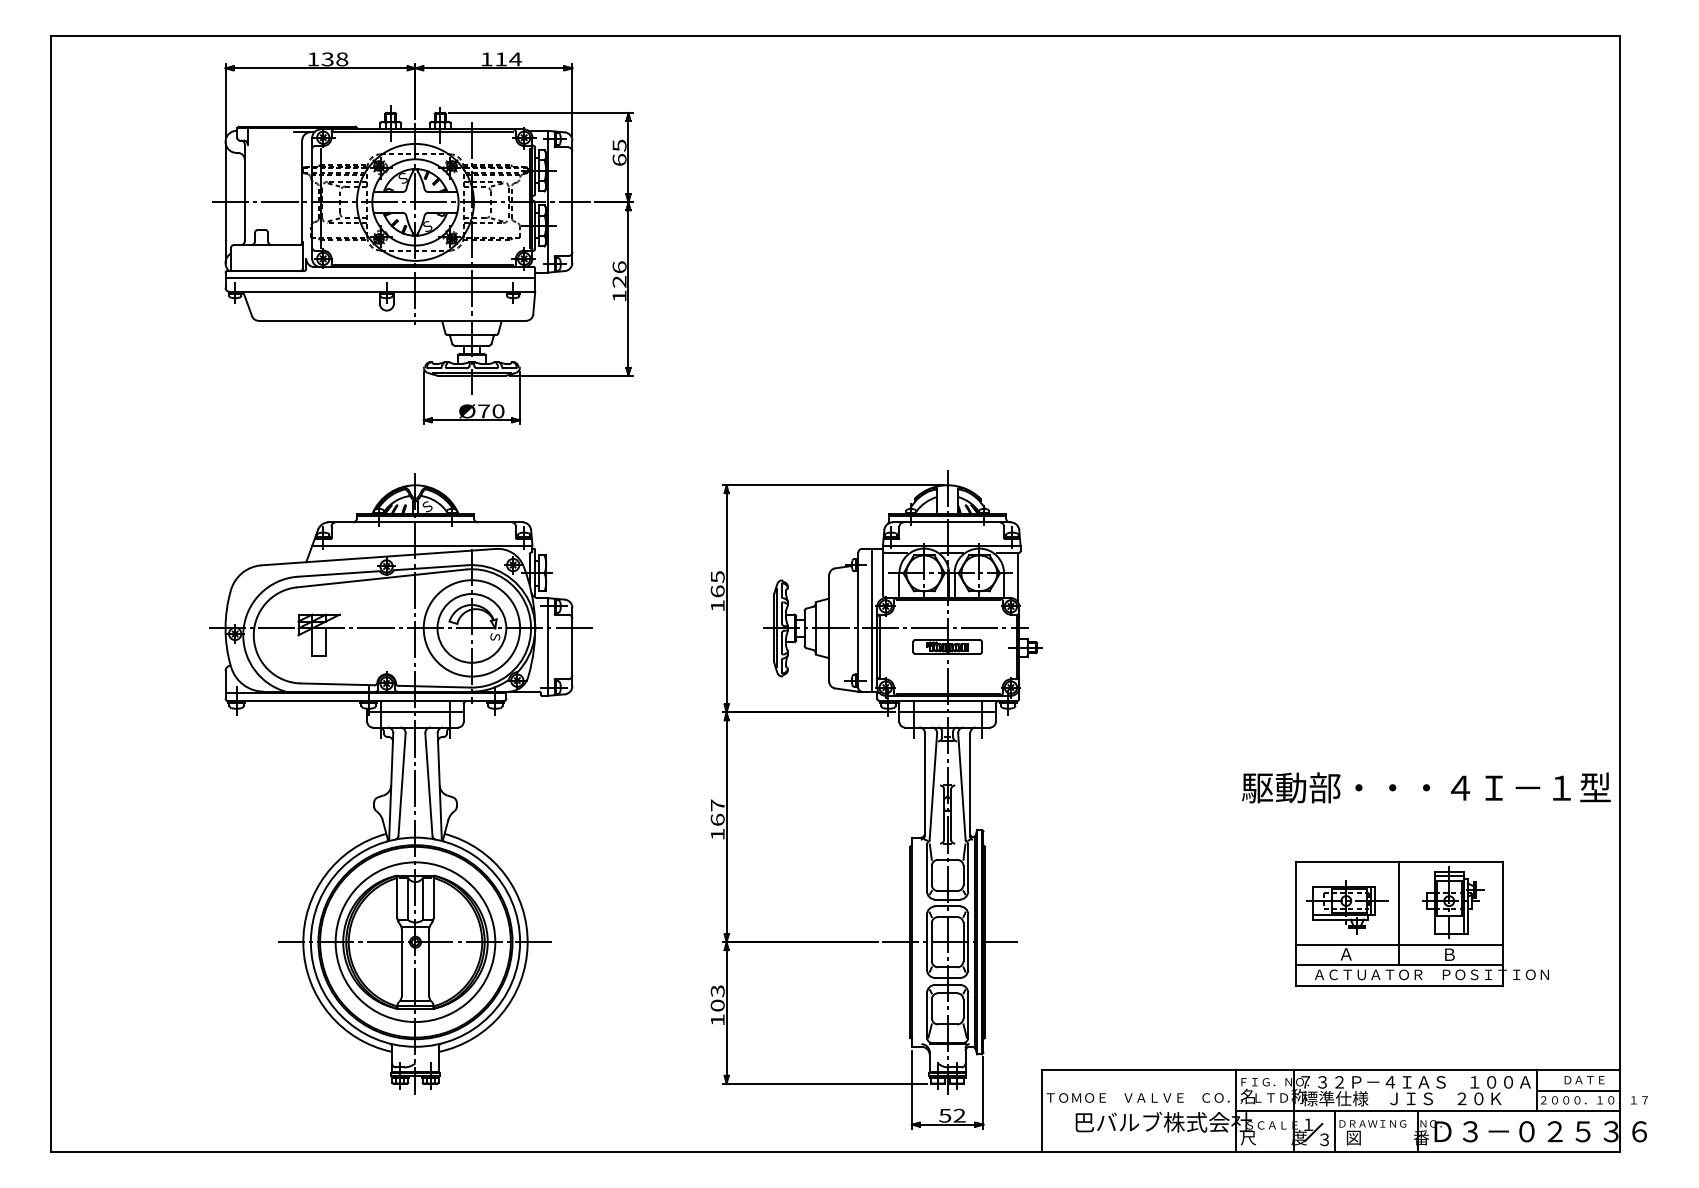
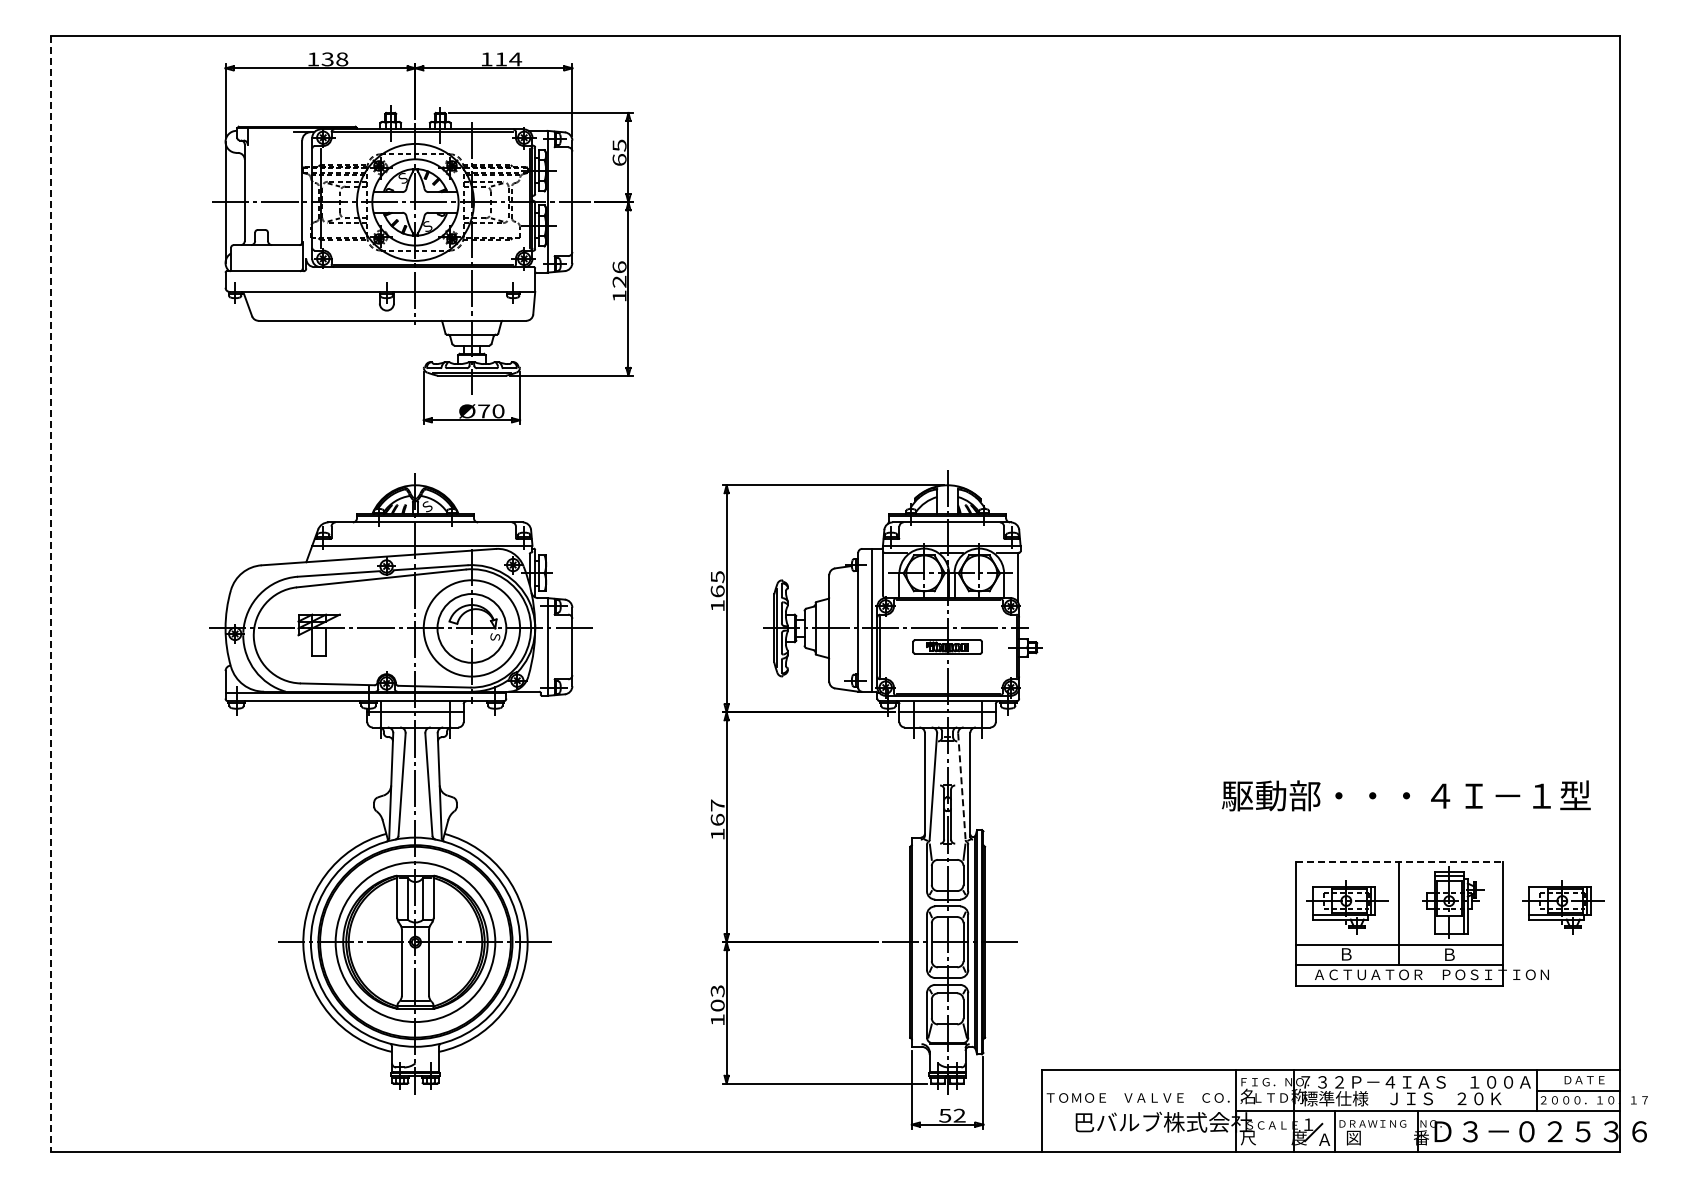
line at (380, 278): present -> none
line at (50, 594): solid -> dashed
line at (961, 787): solid -> dashed
text at (1426, 787) position: (1426, 787) -> (1406, 795)
line at (1399, 862): solid -> dashed
part at (1563, 907): none -> present
text at (1345, 954): Ａ -> Ｂ
text at (1324, 1139): ３ -> Ａ
